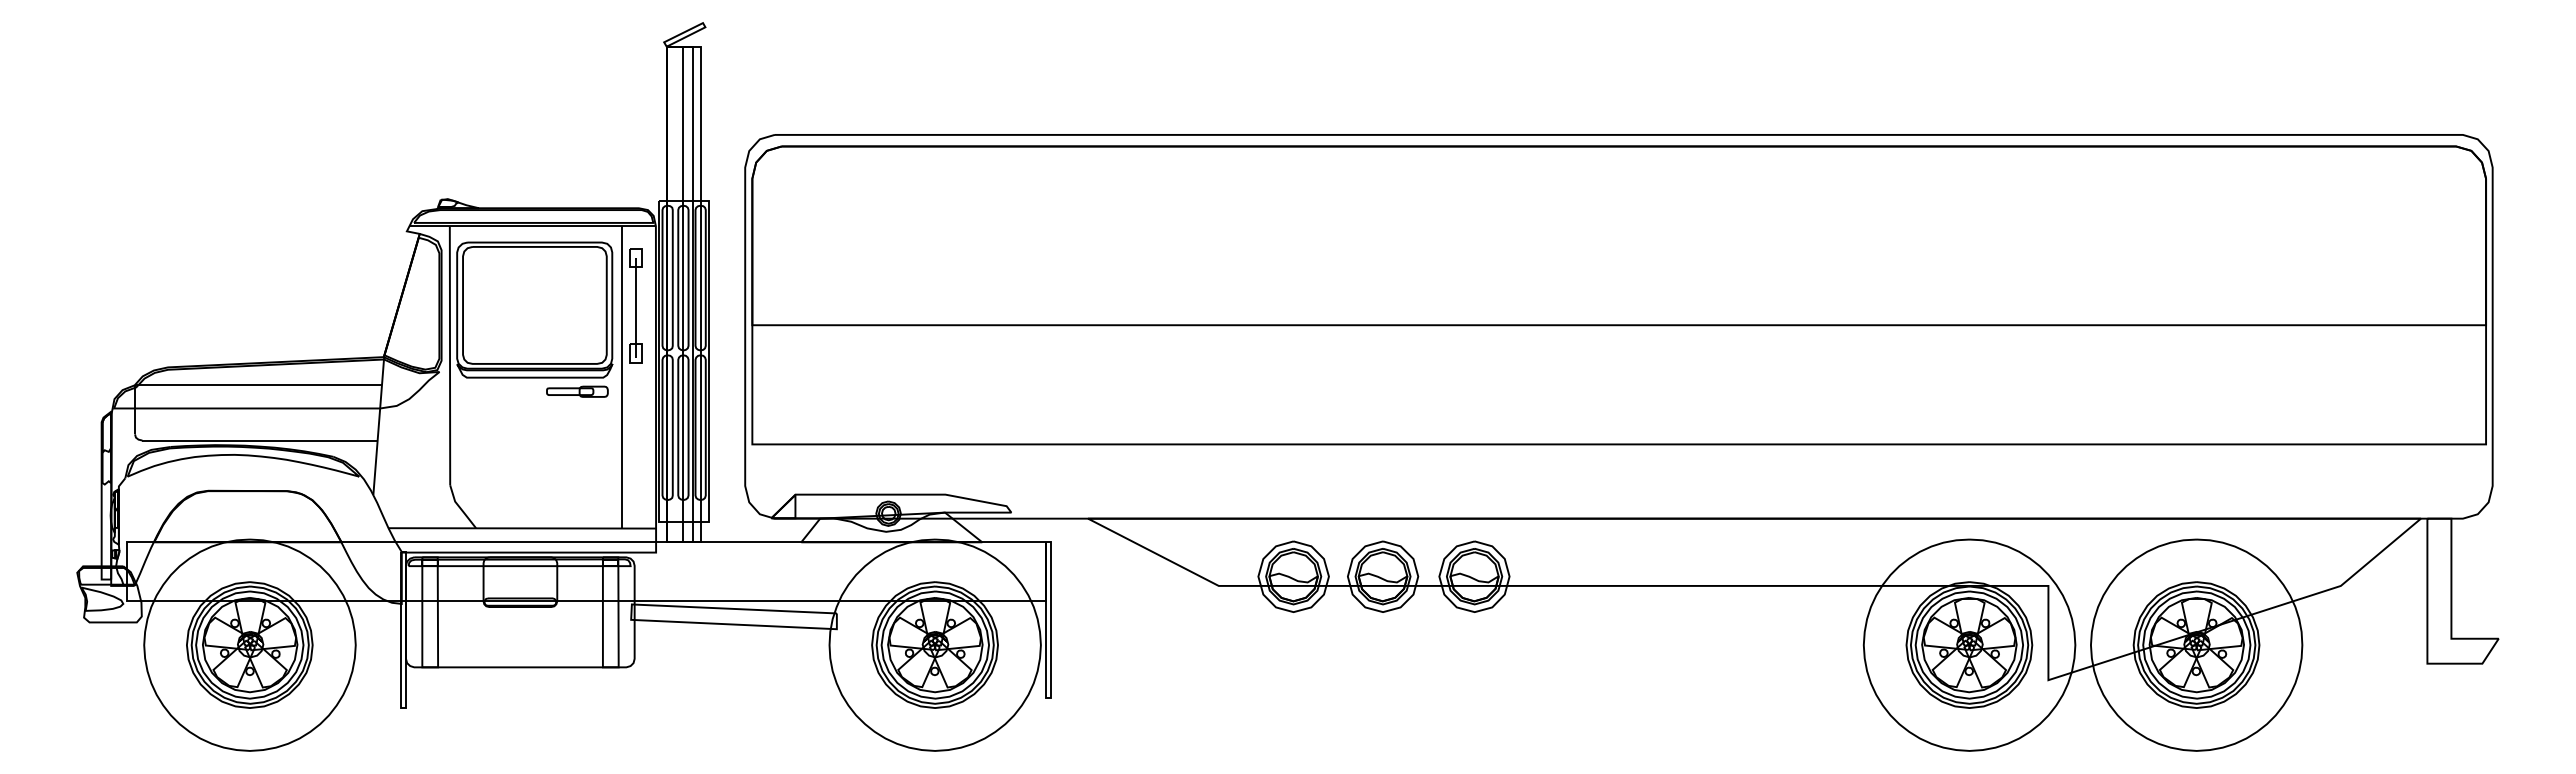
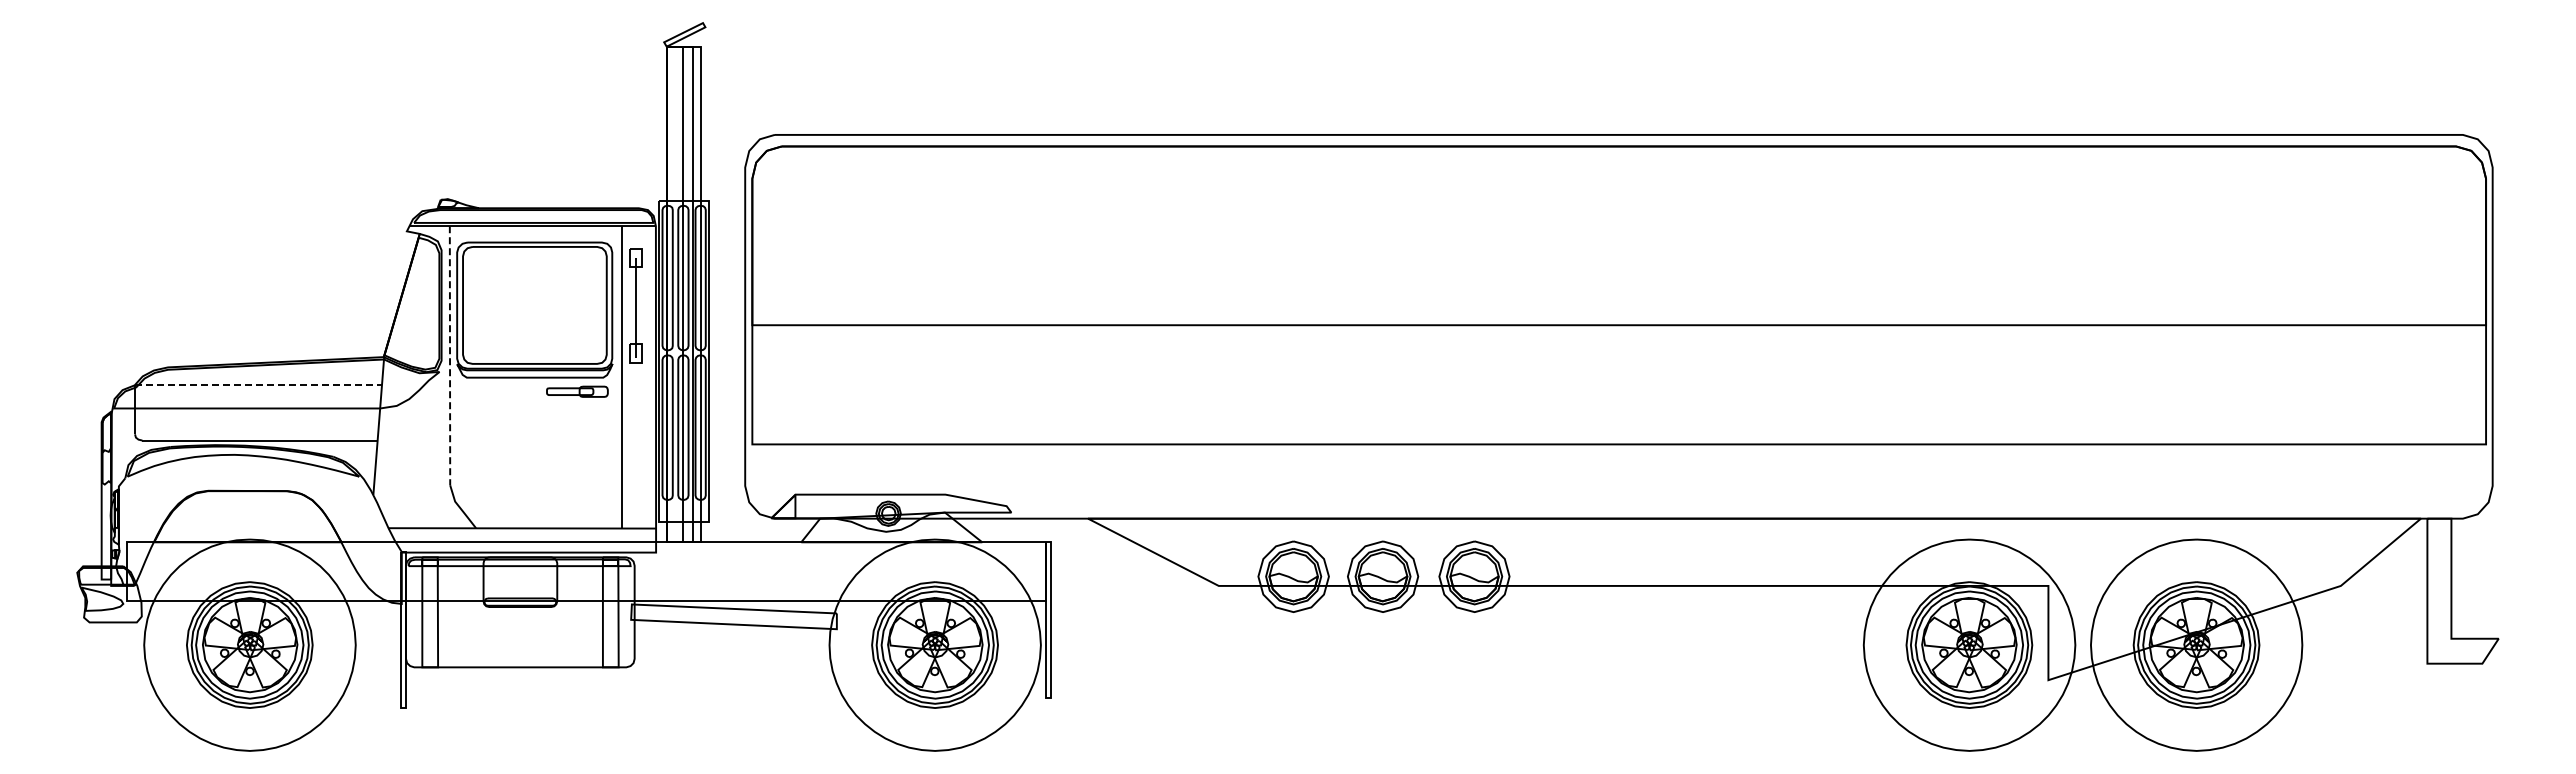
line at (450, 355): solid -> dashed
line at (259, 385): solid -> dashed
